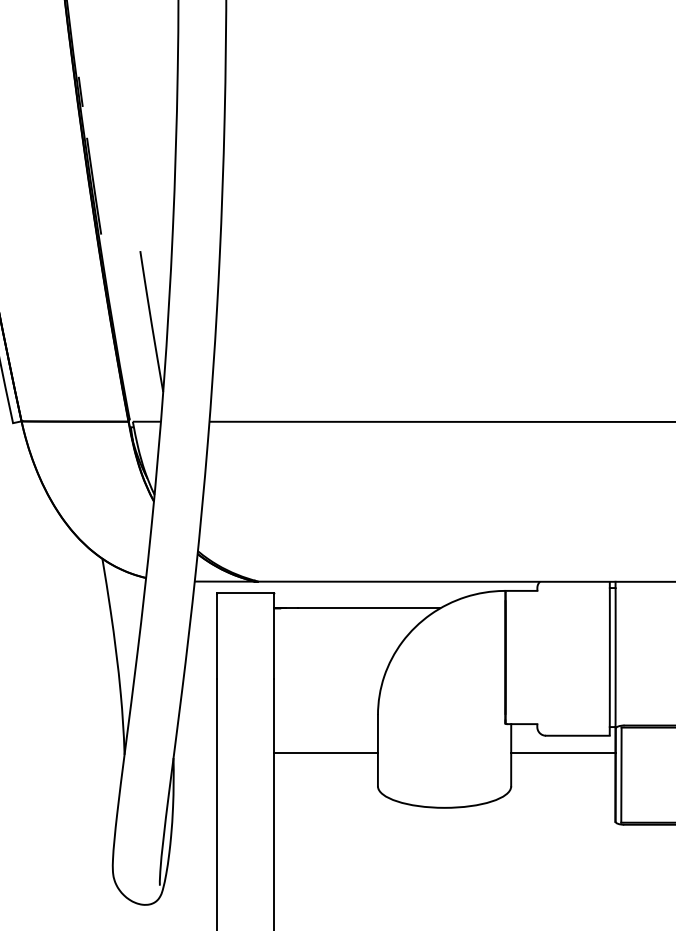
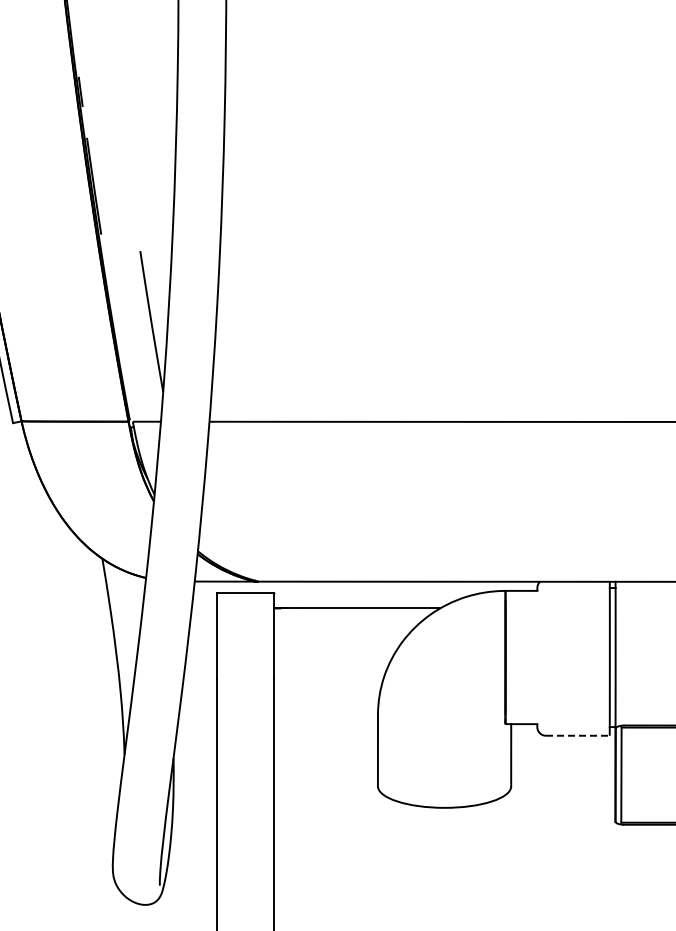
line at (577, 735): solid -> dashed
line at (325, 753): present -> none
line at (563, 753): present -> none
